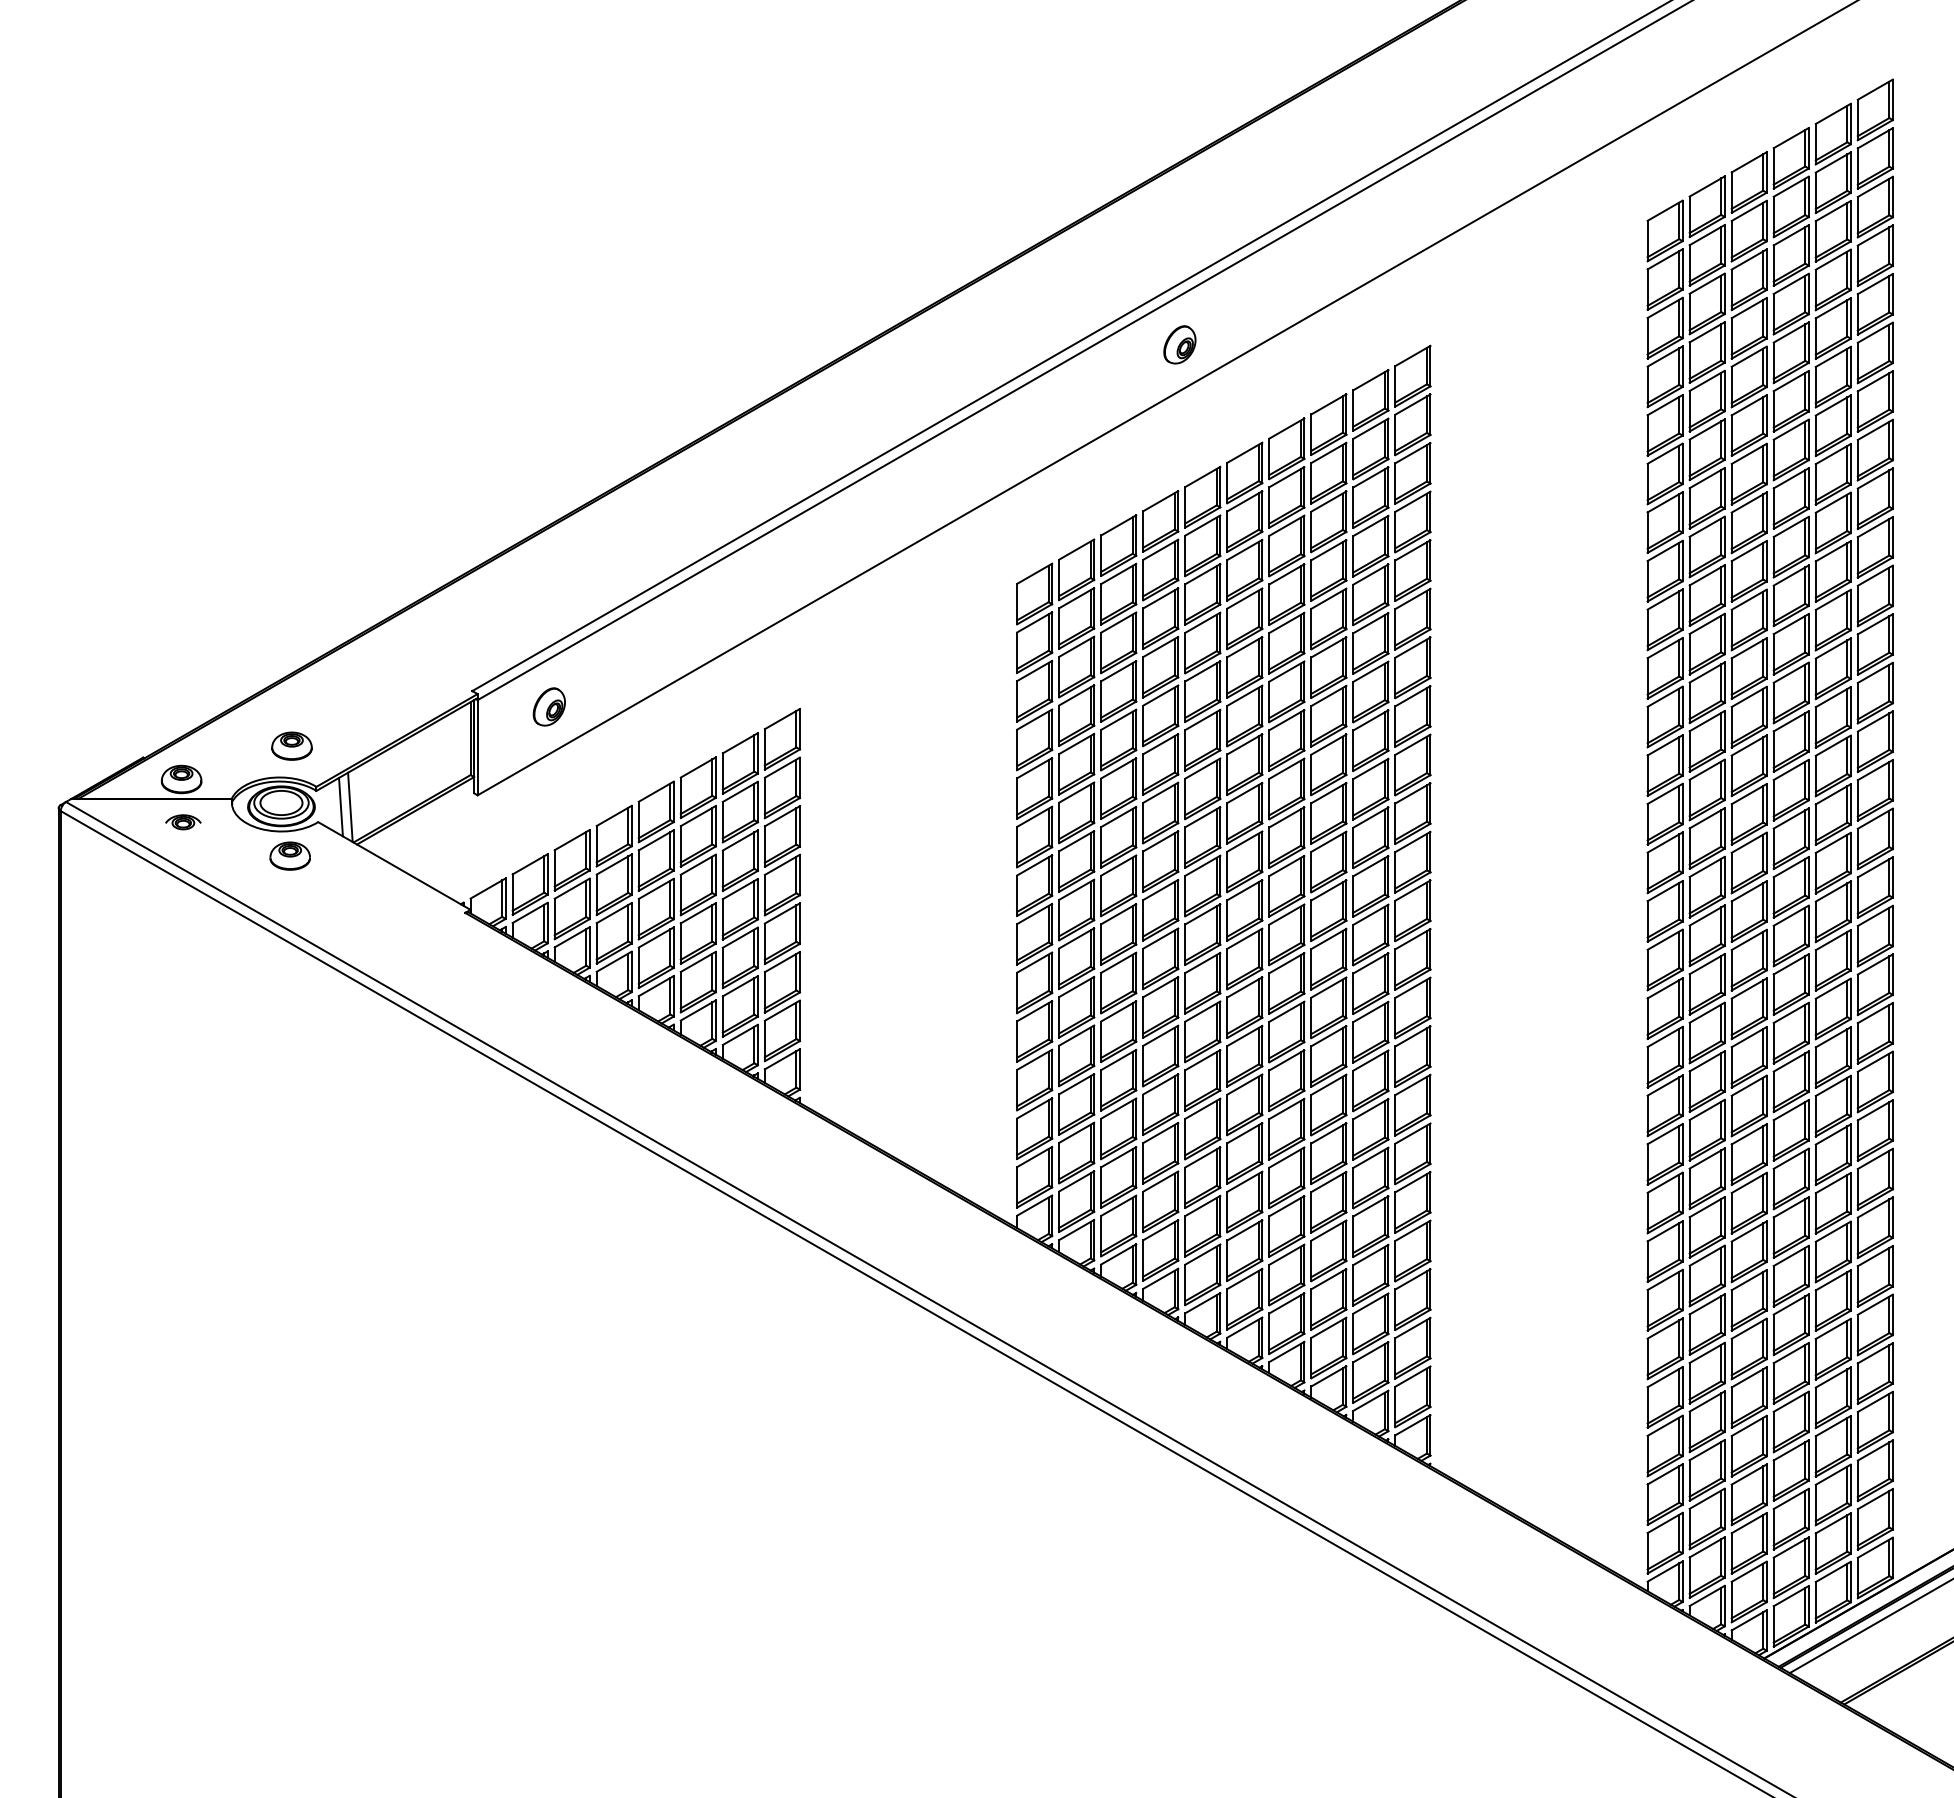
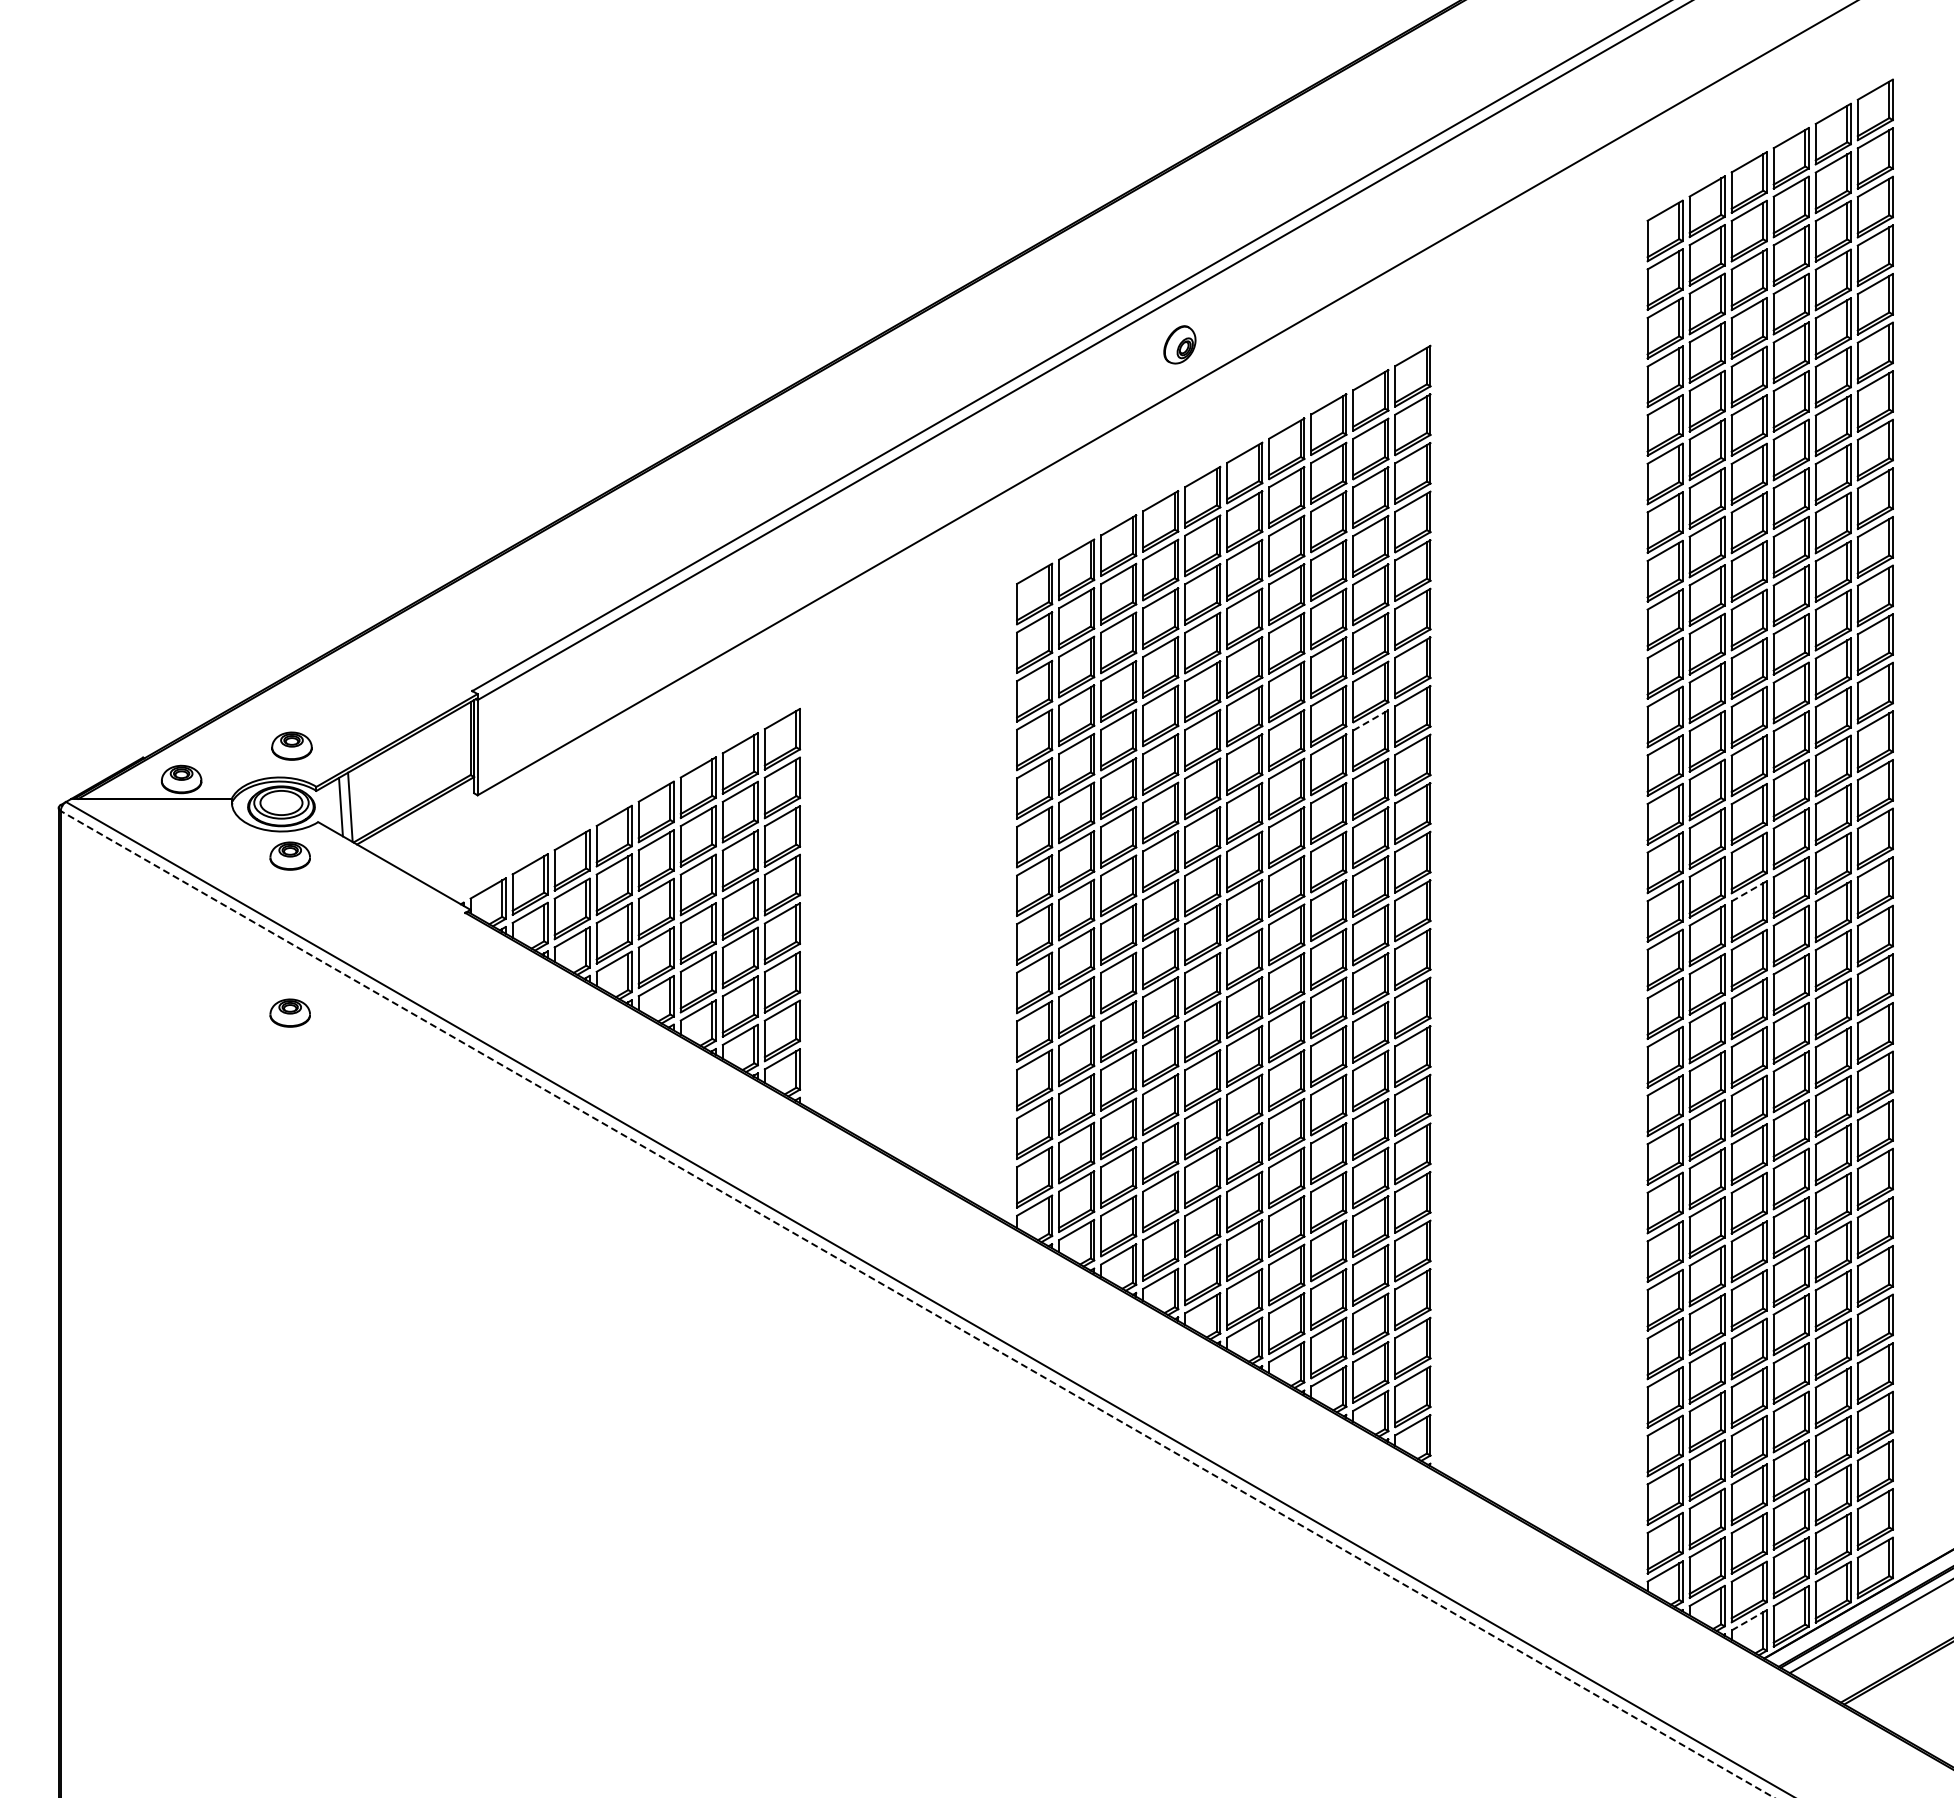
part at (548, 706): present -> none
line at (1371, 720): solid -> dashed
part at (183, 822): present -> none
line at (1749, 891): solid -> dashed
part at (289, 1012): none -> present
line at (917, 1304): solid -> dashed
line at (1749, 1620): solid -> dashed
